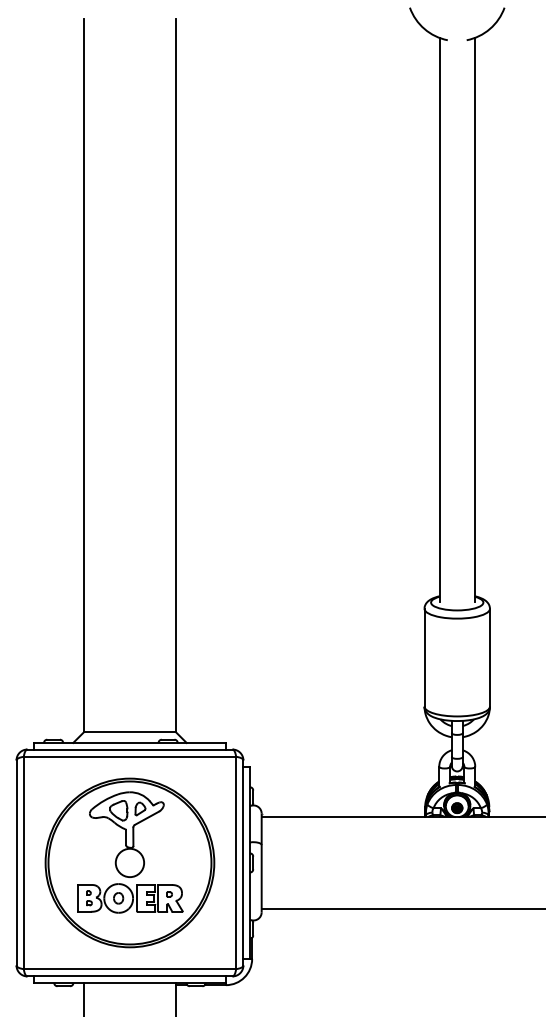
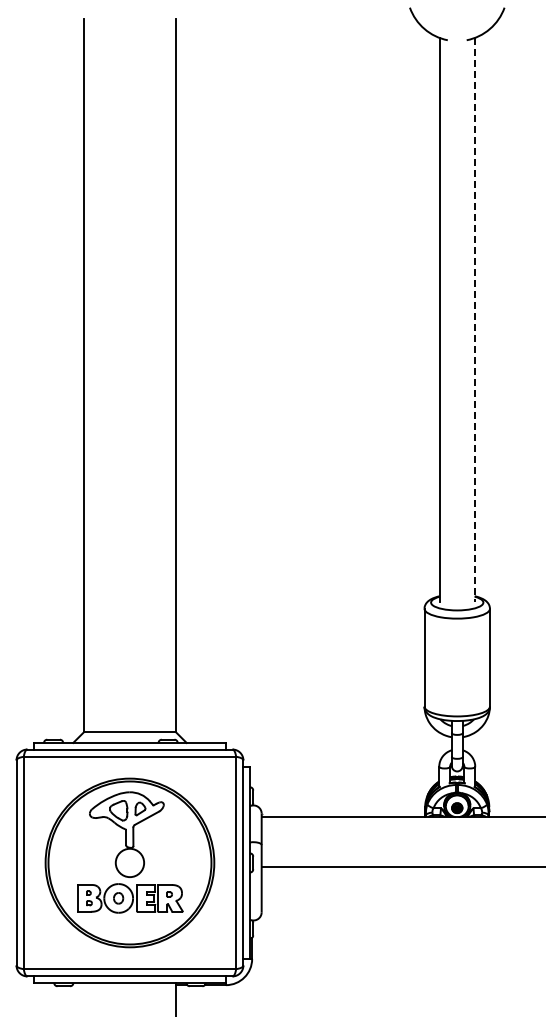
line at (474, 320): solid -> dashed
line at (401, 908) position: (401, 908) -> (401, 866)
line at (84, 997): present -> none
